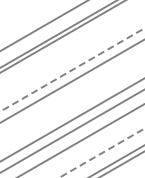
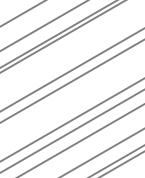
line at (22, 13): none -> present
line at (72, 69): dashed -> solid
line at (102, 153): dashed -> solid
